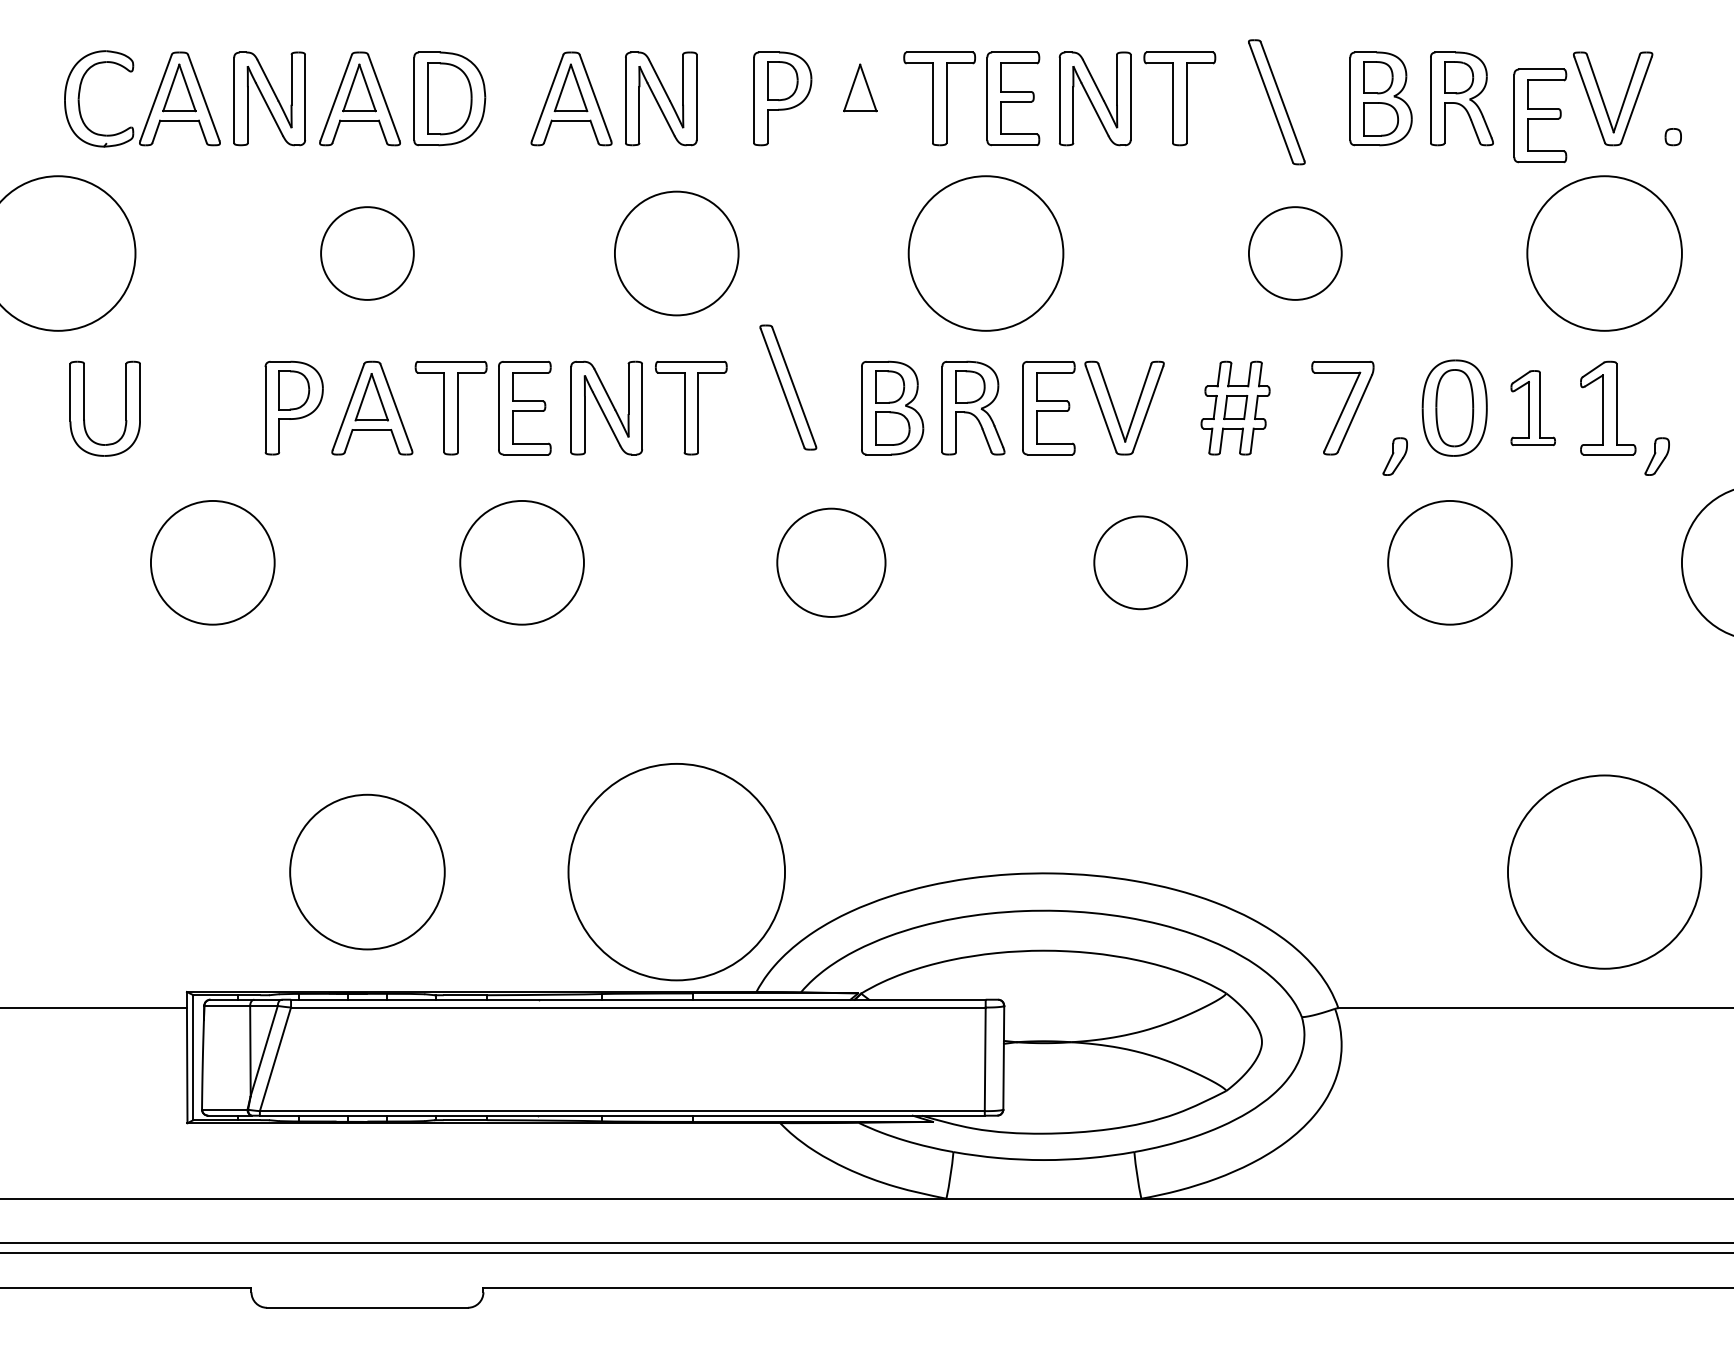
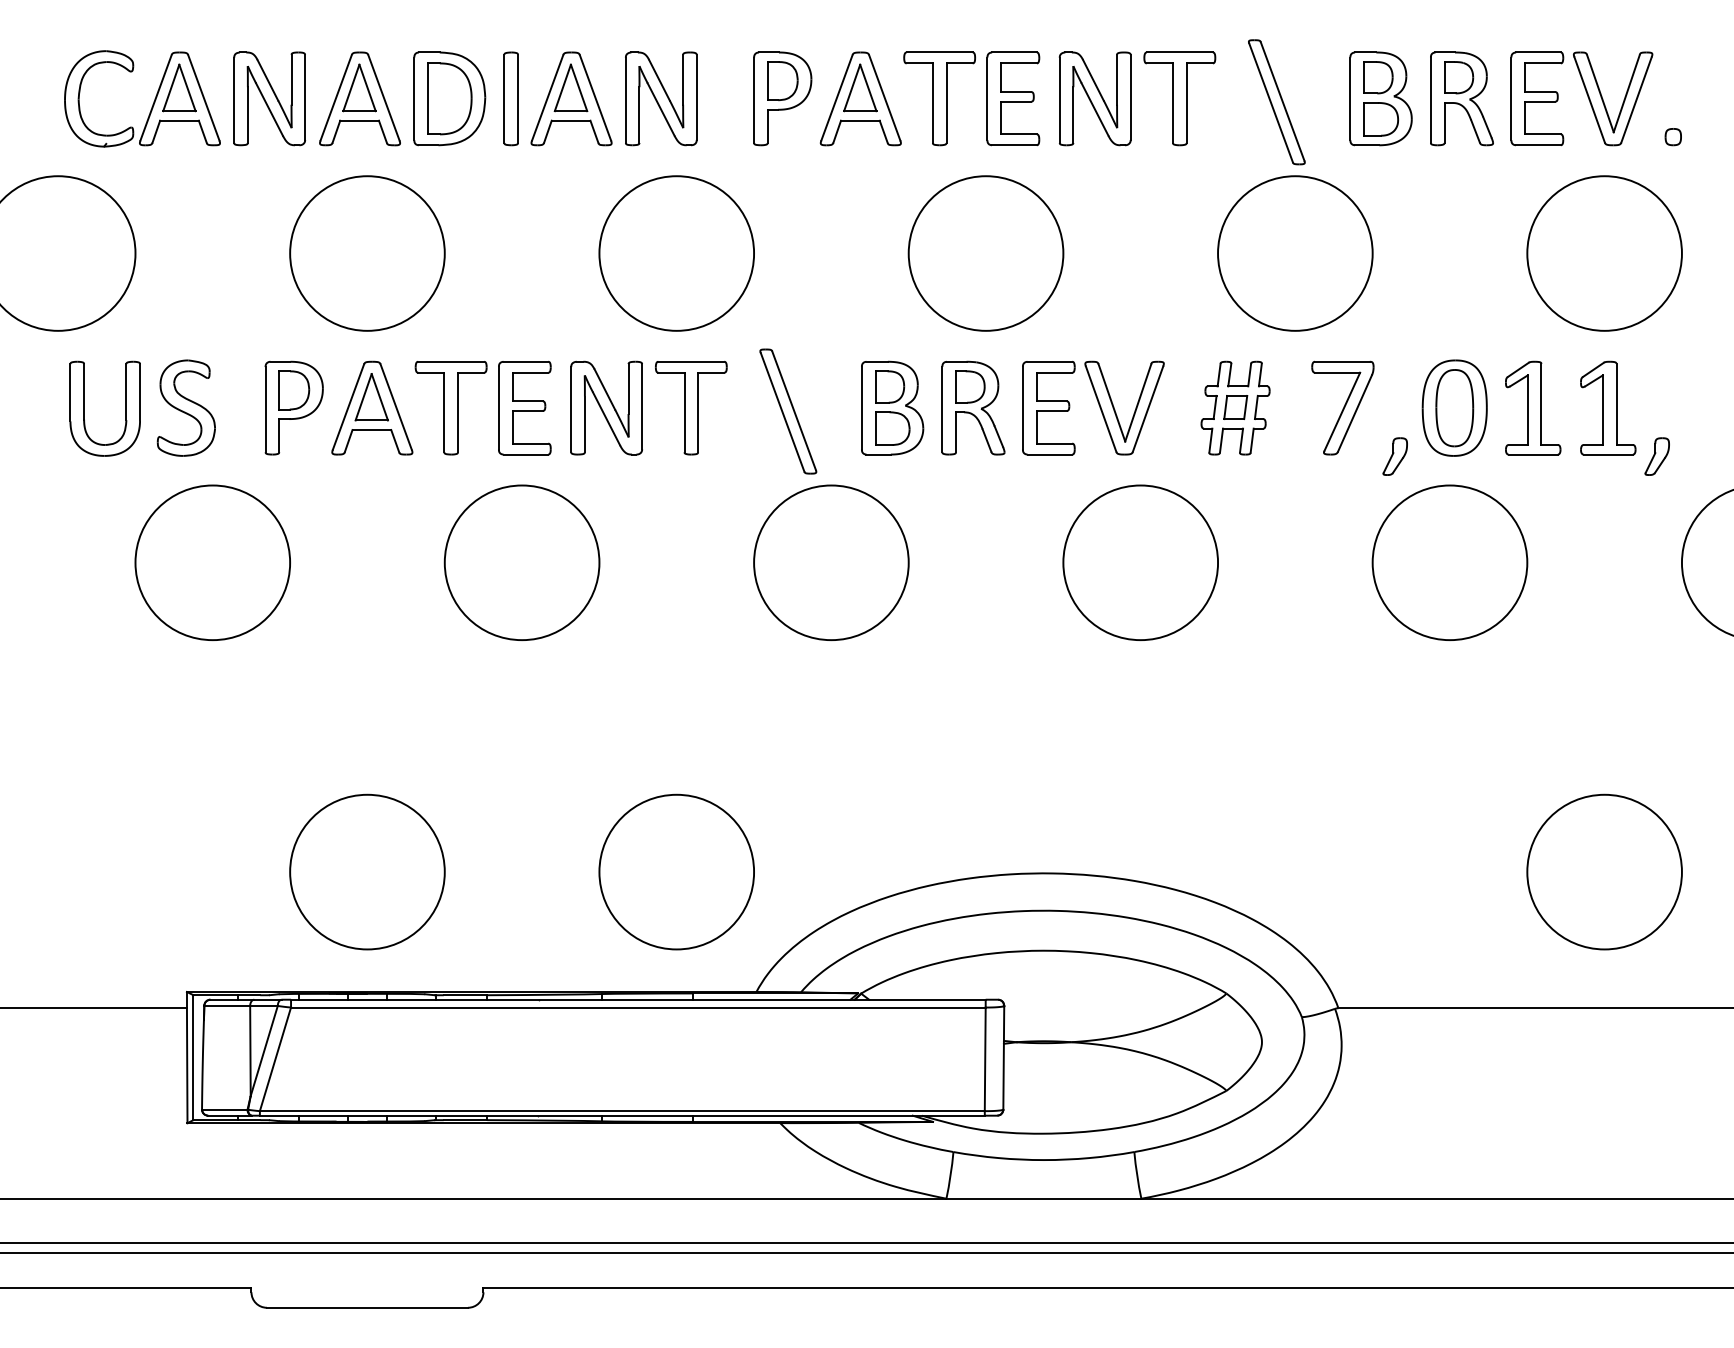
part at (510, 98): none -> present
part at (860, 98): none -> present
part at (1540, 115) position: (1540, 115) -> (1537, 98)
circle at (367, 253) diameter: 93 px -> 155 px
circle at (676, 253) diameter: 124 px -> 155 px
circle at (1294, 253) diameter: 93 px -> 155 px
part at (788, 387) position: (788, 387) -> (788, 411)
part at (185, 407): none -> present
part at (1532, 407) size: 46x76 px -> 57x96 px
circle at (212, 562) diameter: 124 px -> 155 px
circle at (521, 562) diameter: 124 px -> 155 px
circle at (831, 562) diameter: 108 px -> 155 px
circle at (1140, 562) diameter: 93 px -> 155 px
circle at (1449, 562) diameter: 124 px -> 155 px
circle at (676, 871) diameter: 217 px -> 155 px
circle at (1604, 871) diameter: 193 px -> 155 px
